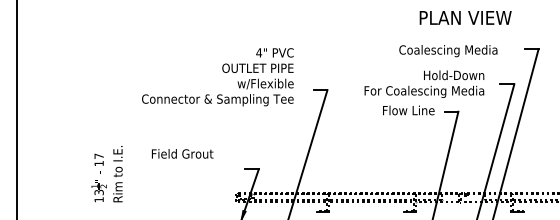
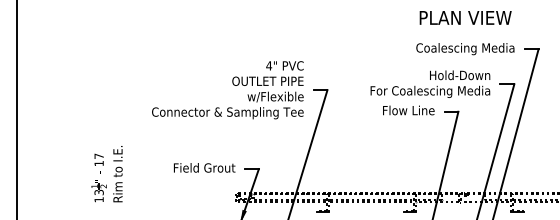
text at (448, 51) position: (448, 51) -> (465, 49)
text at (217, 77) position: (217, 77) -> (227, 90)
text at (424, 83) position: (424, 83) -> (430, 83)
text at (182, 153) position: (182, 153) -> (204, 167)
